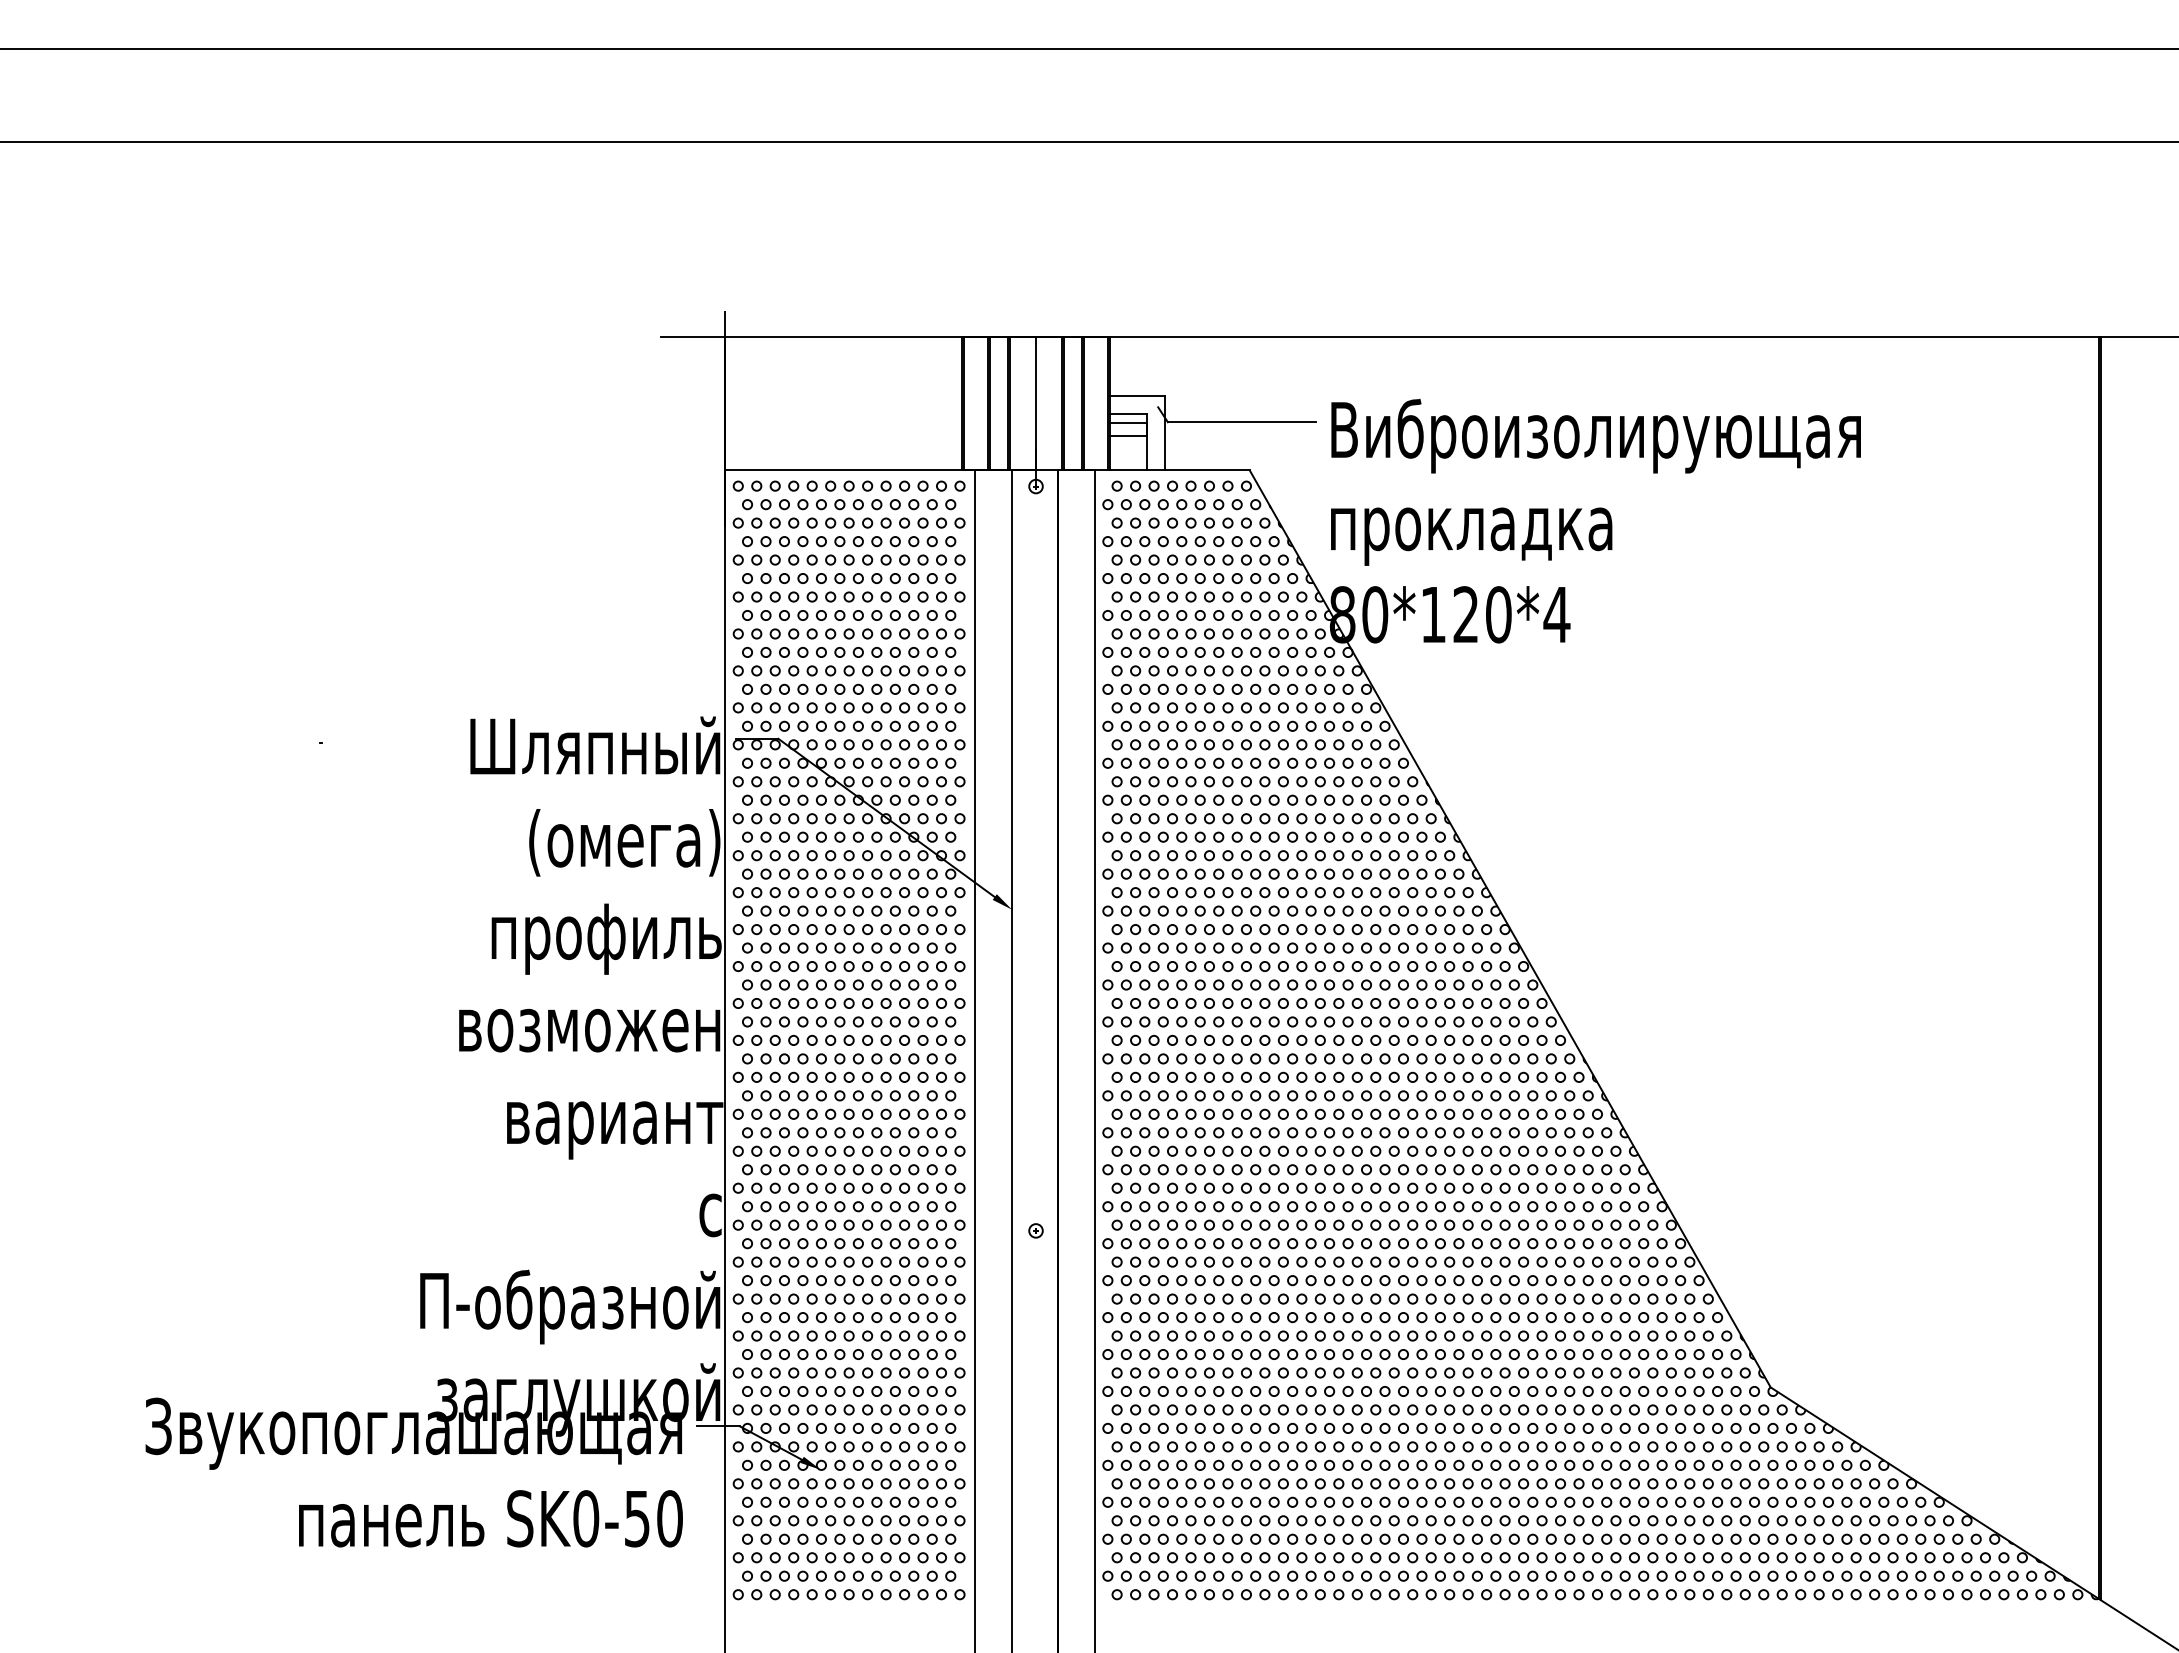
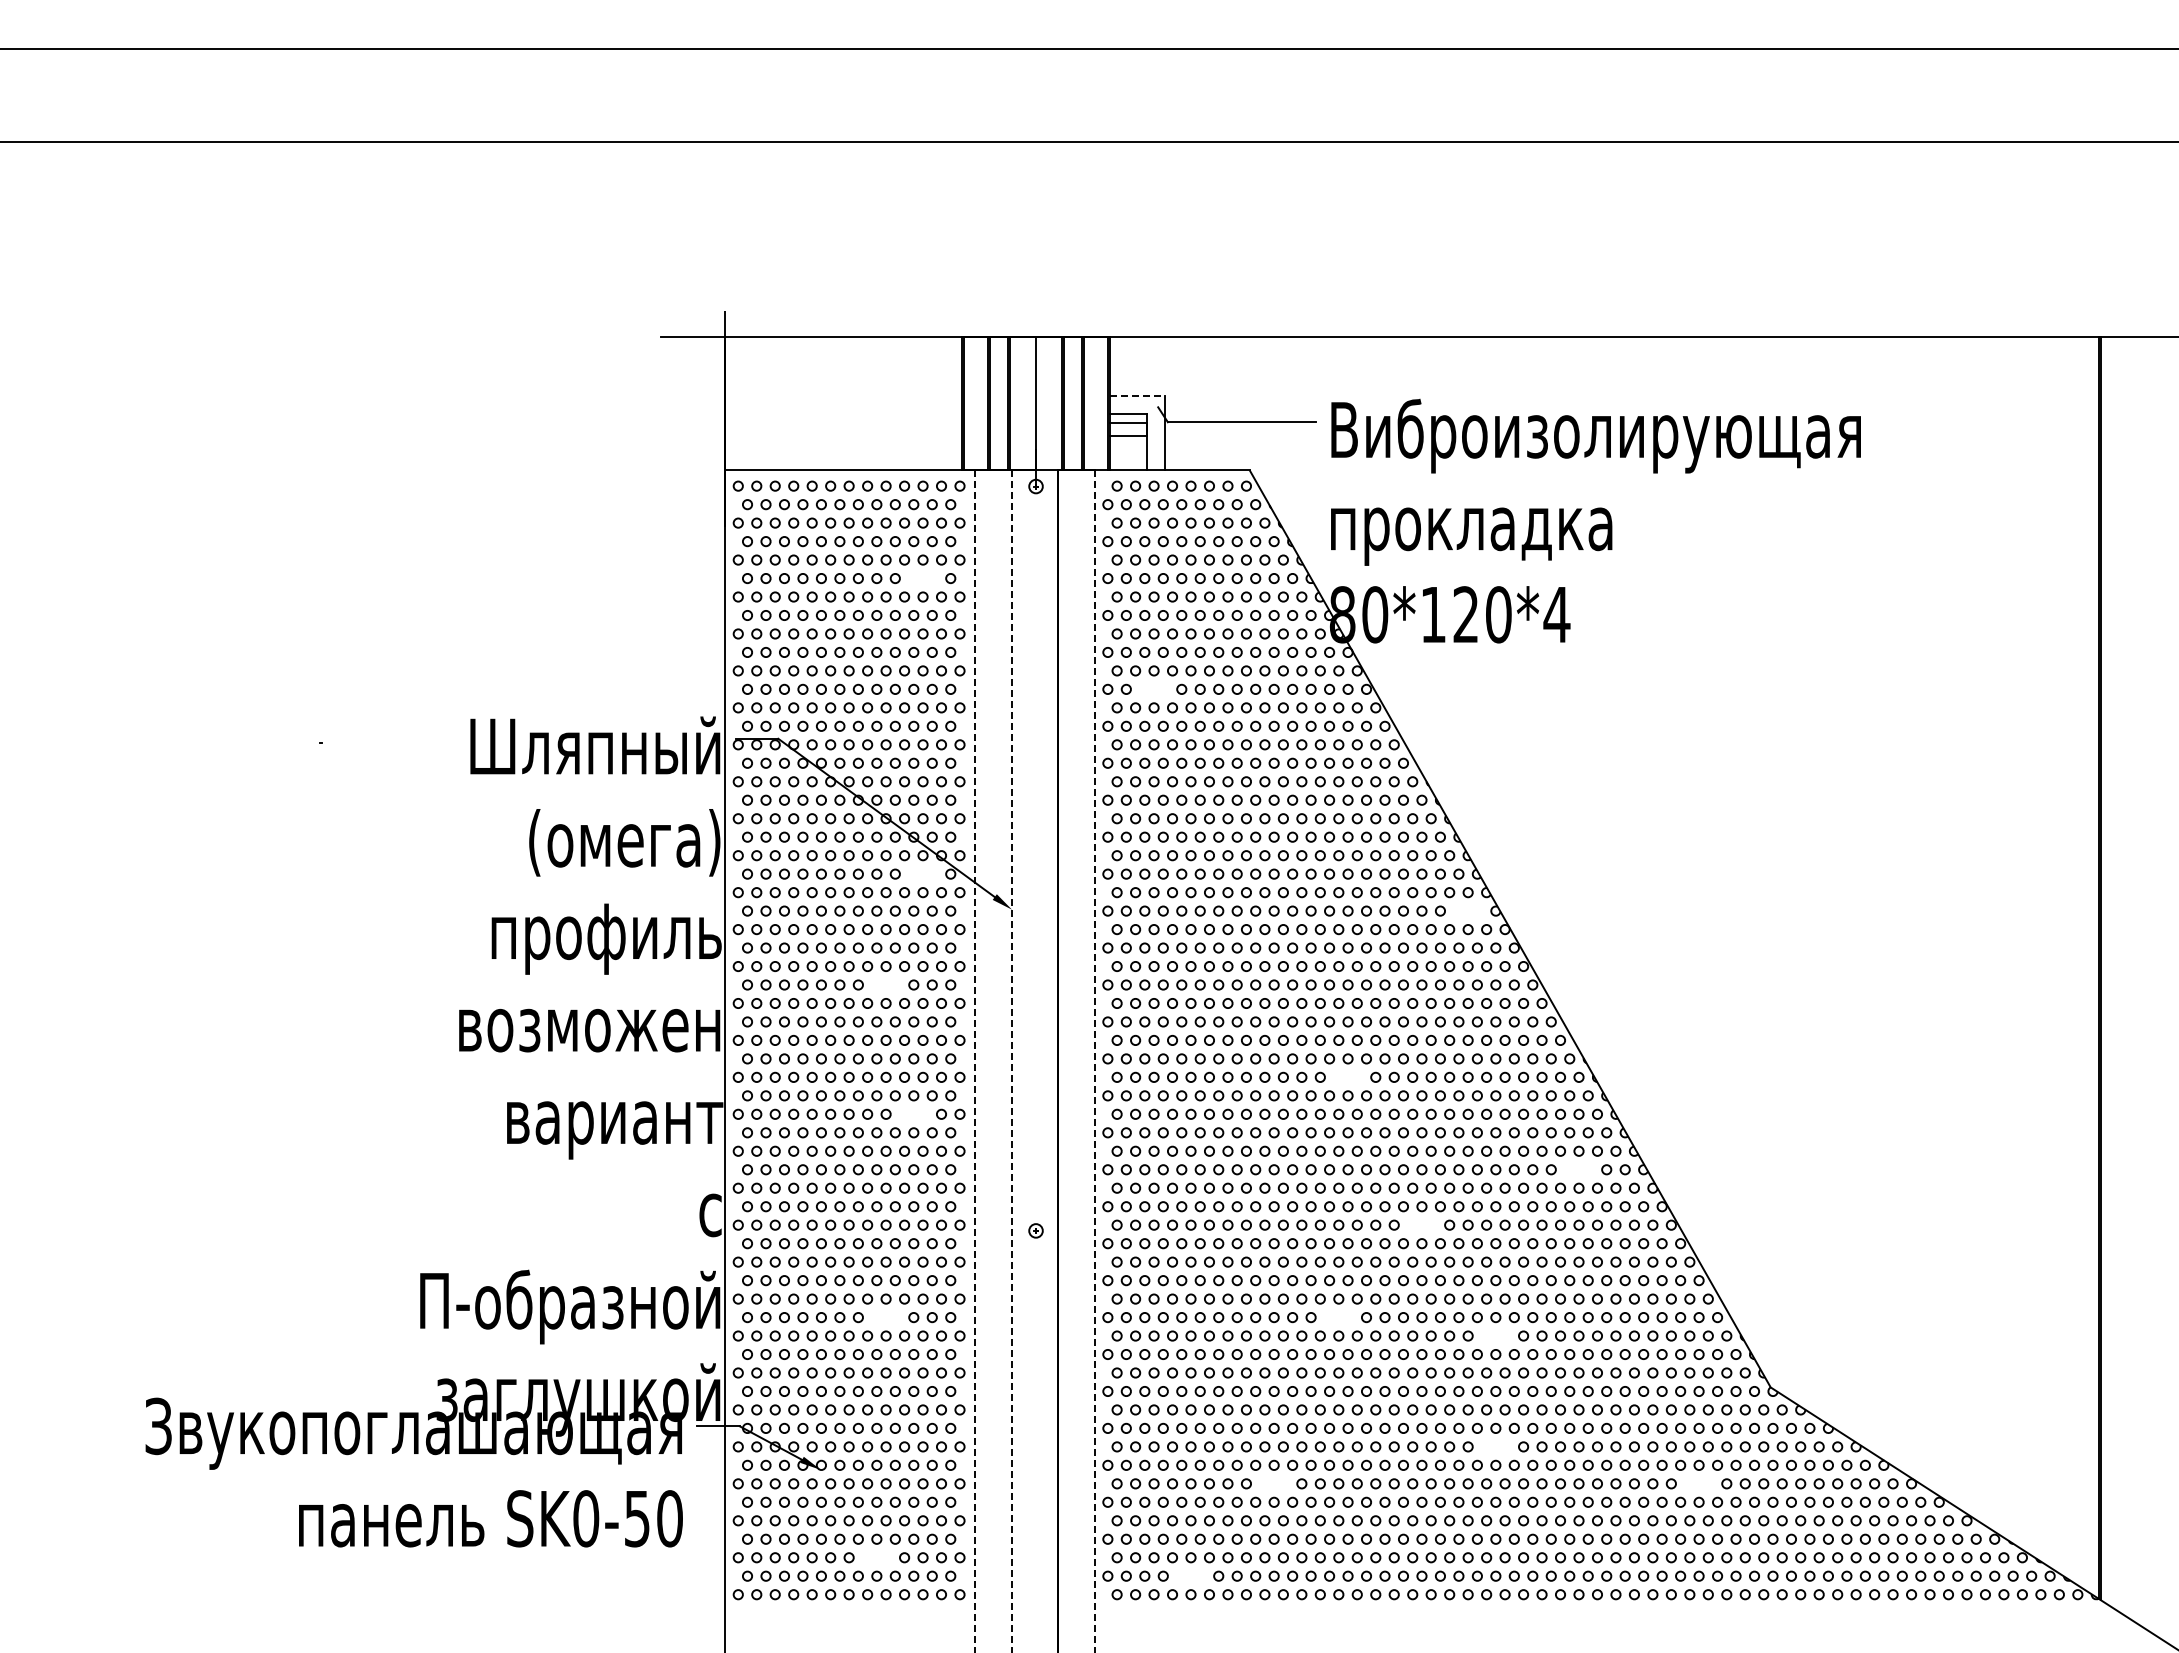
line at (1137, 395): solid -> dashed
part at (922, 578): present -> none
part at (1153, 688): present -> none
part at (922, 873): present -> none
part at (1467, 910): present -> none
part at (885, 984): present -> none
line at (975, 1061): solid -> dashed
line at (1012, 1061): solid -> dashed
line at (1095, 1061): solid -> dashed
part at (1347, 1076): present -> none
part at (913, 1113): present -> none
part at (1578, 1169): present -> none
part at (1421, 1224): present -> none
part at (885, 1317): present -> none
part at (1338, 1317): present -> none
part at (1495, 1335): present -> none
part at (1495, 1446): present -> none
part at (1273, 1483): present -> none
part at (1698, 1483): present -> none
part at (876, 1557): present -> none
part at (1190, 1575): present -> none
